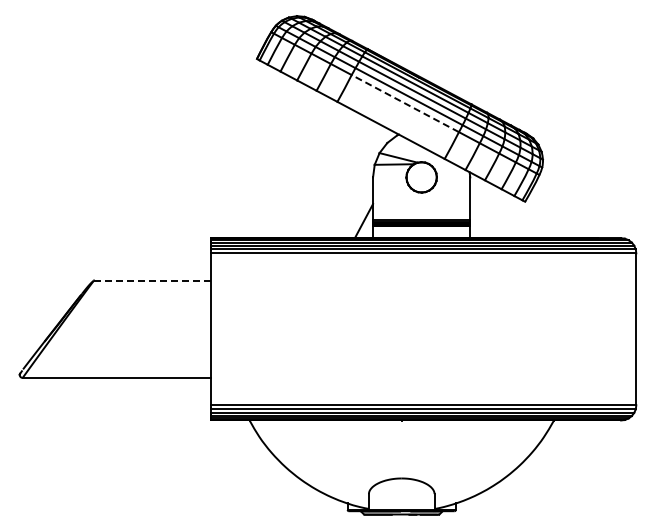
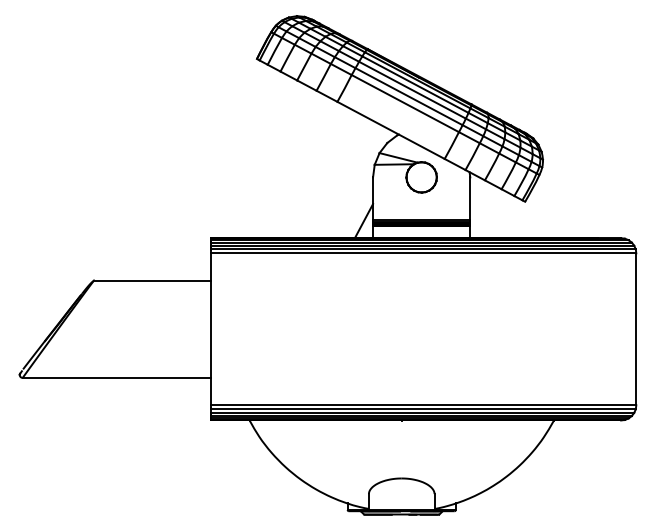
line at (405, 103): dashed -> solid
line at (152, 280): dashed -> solid
